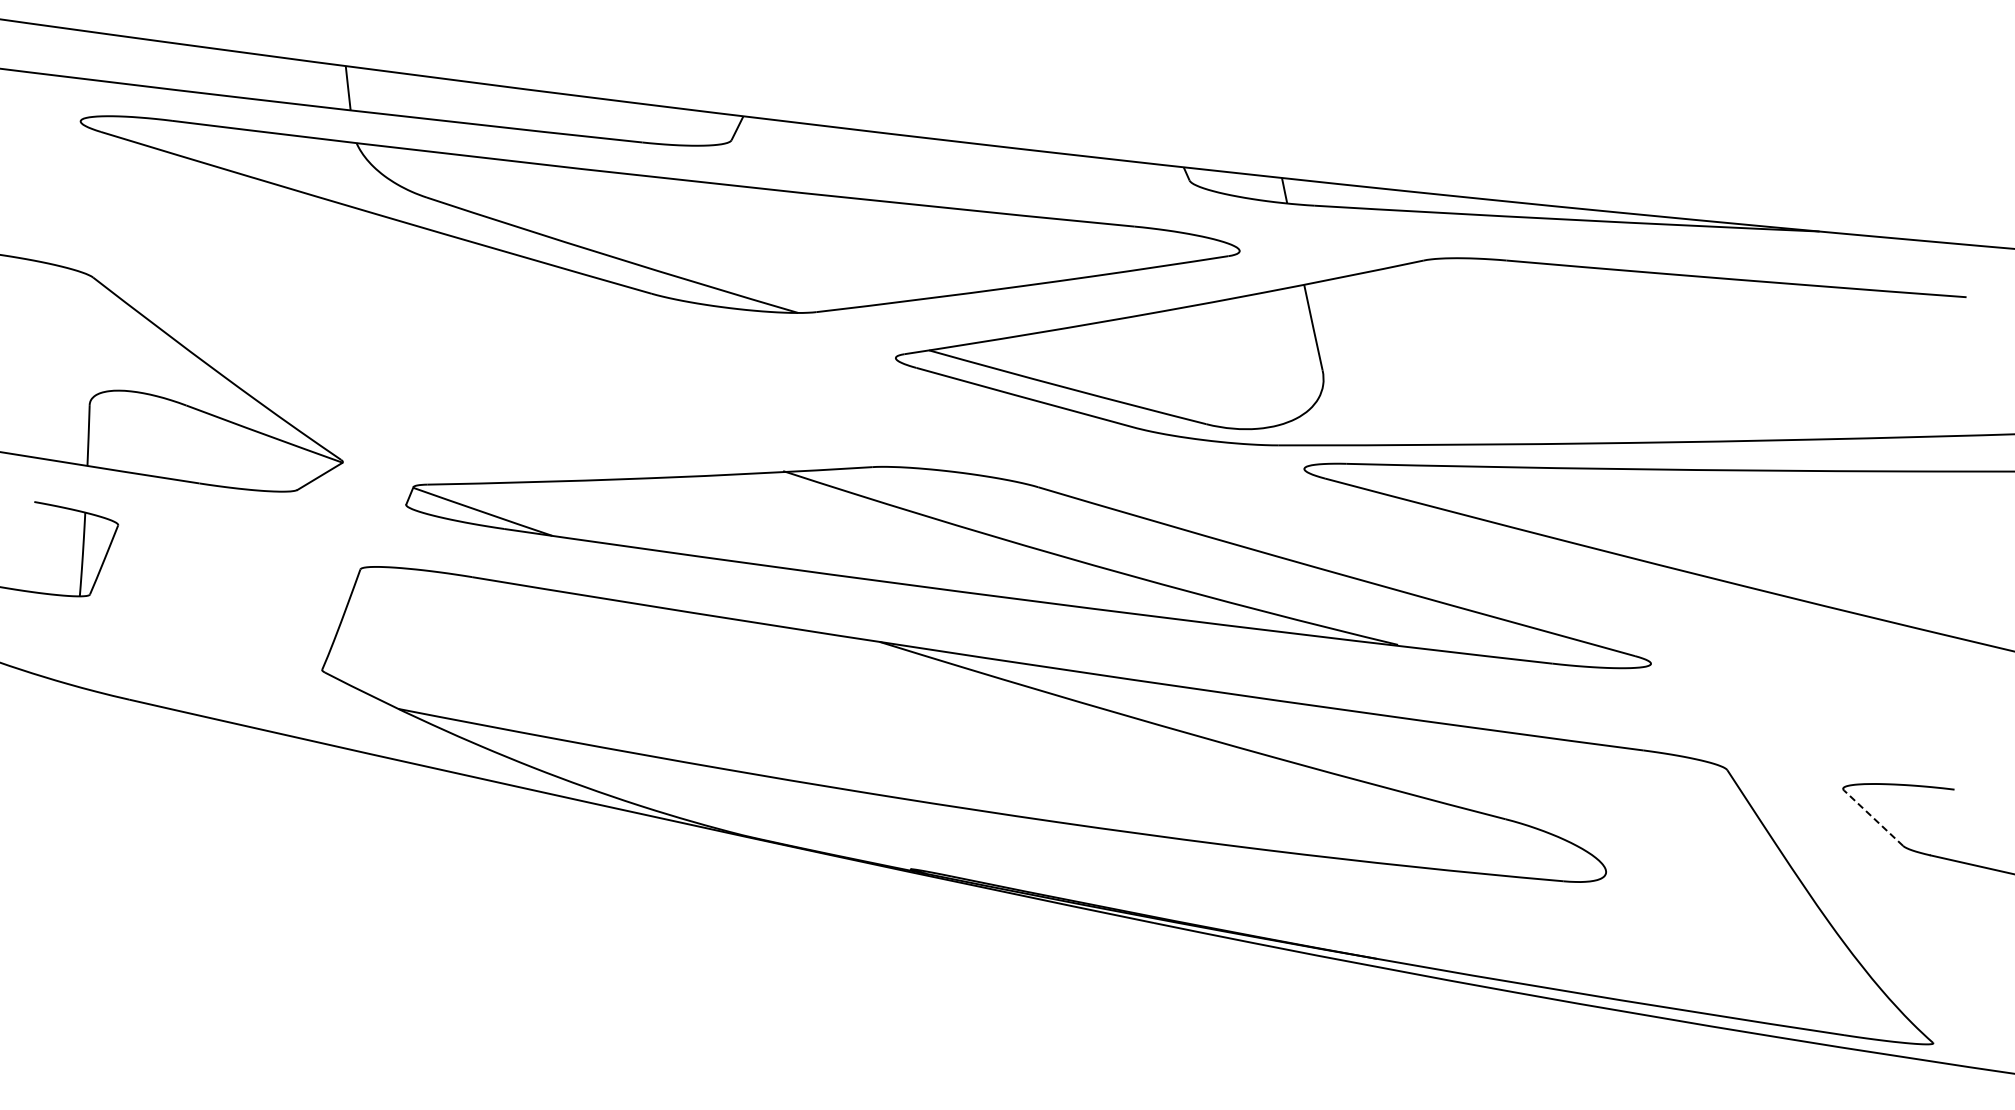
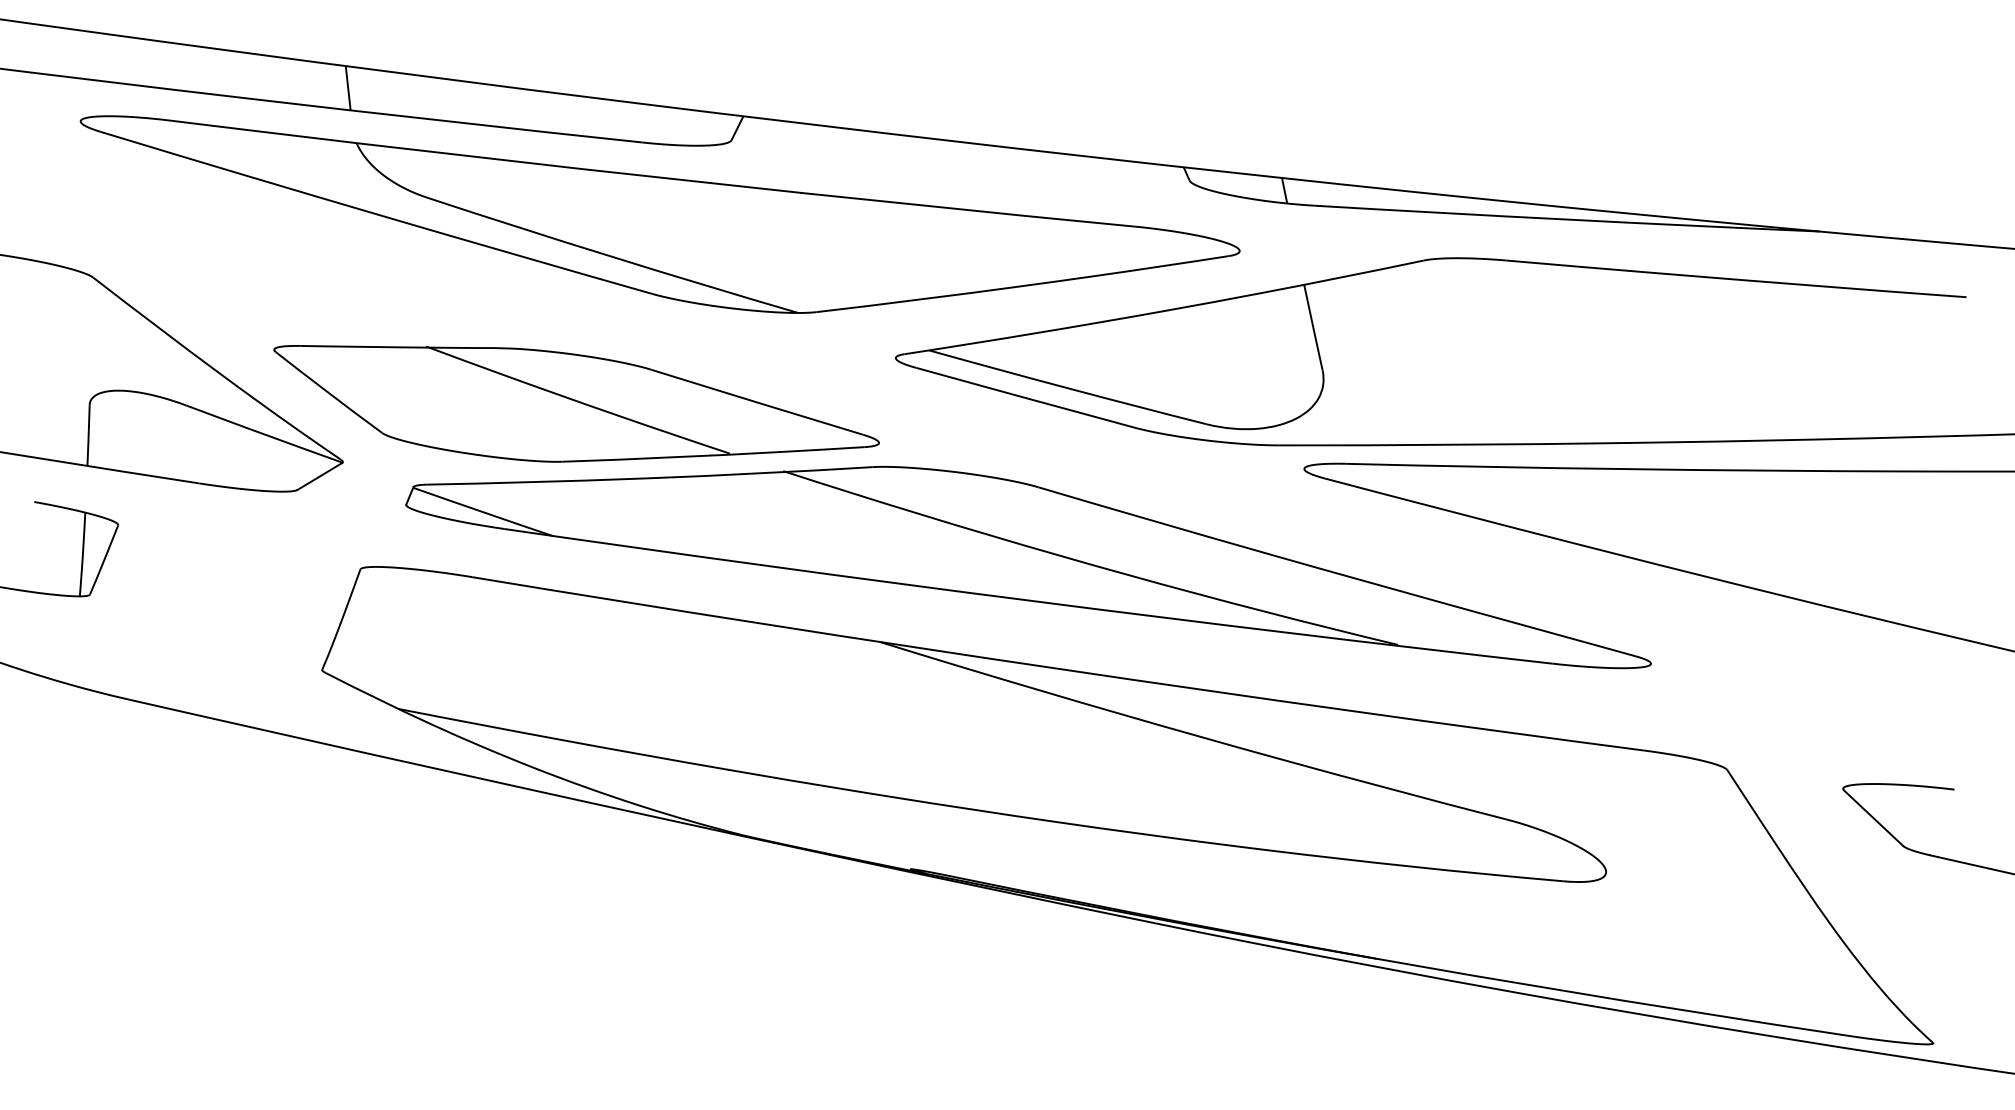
part at (576, 403): none -> present
line at (1873, 818): dashed -> solid
